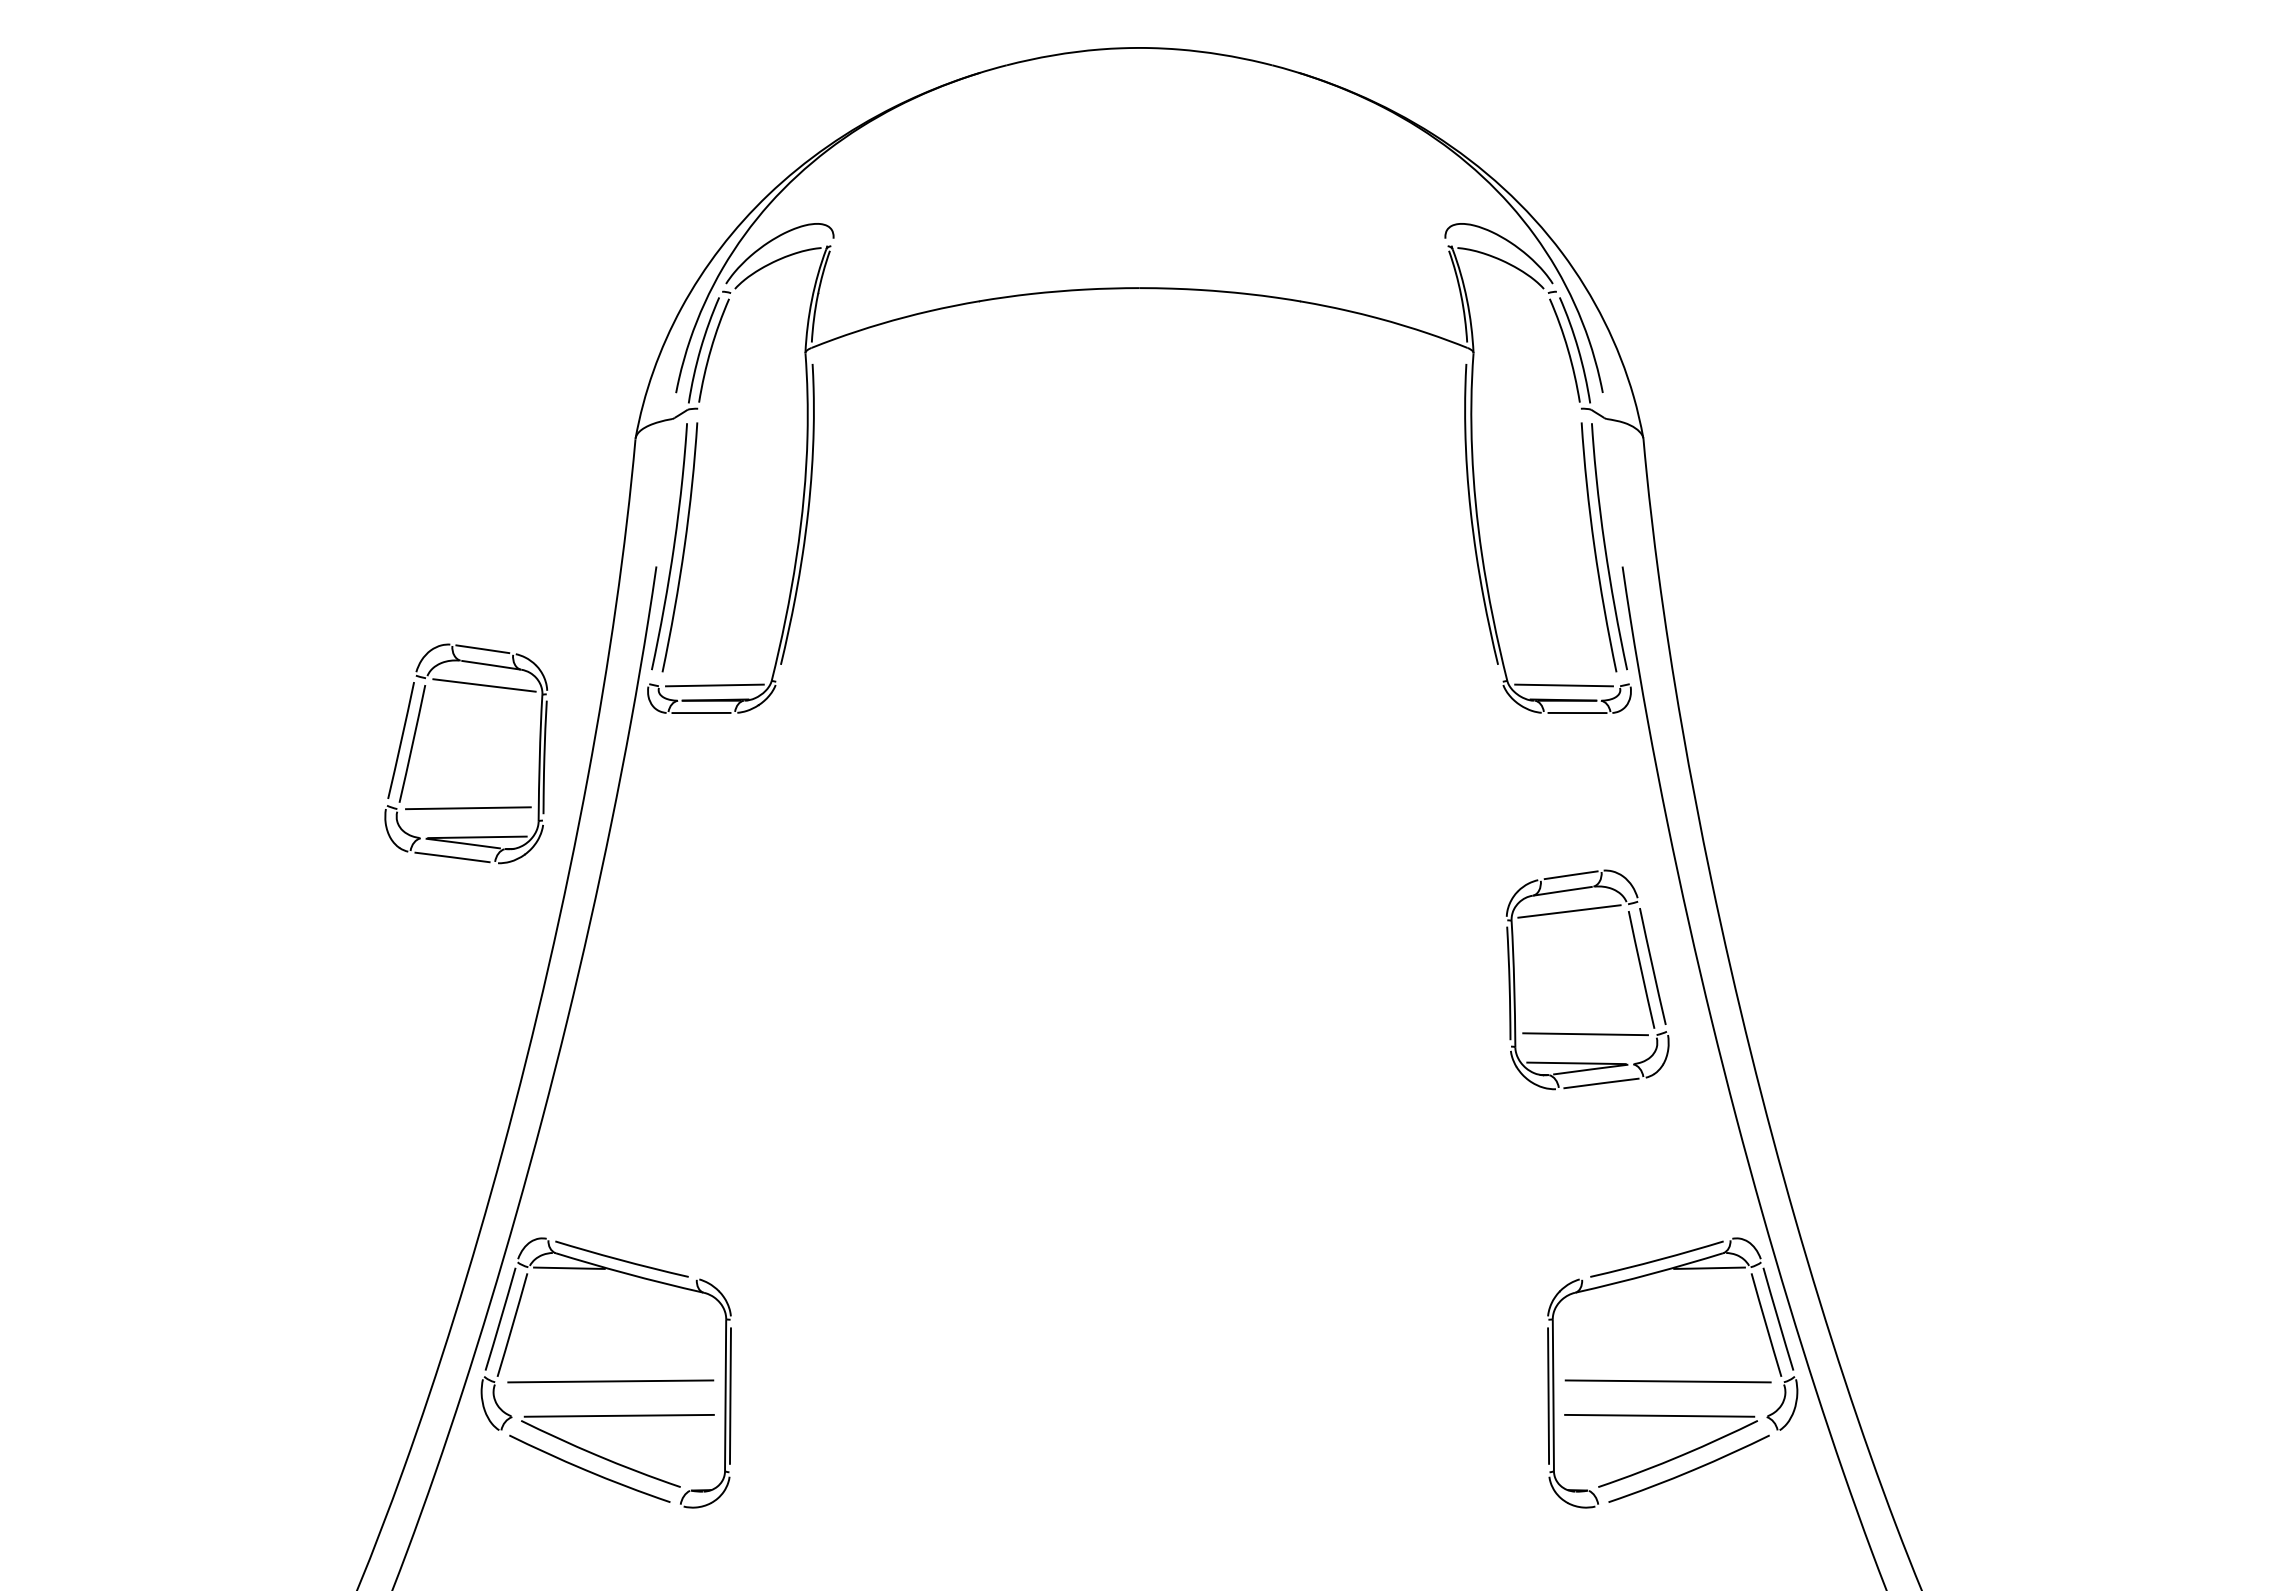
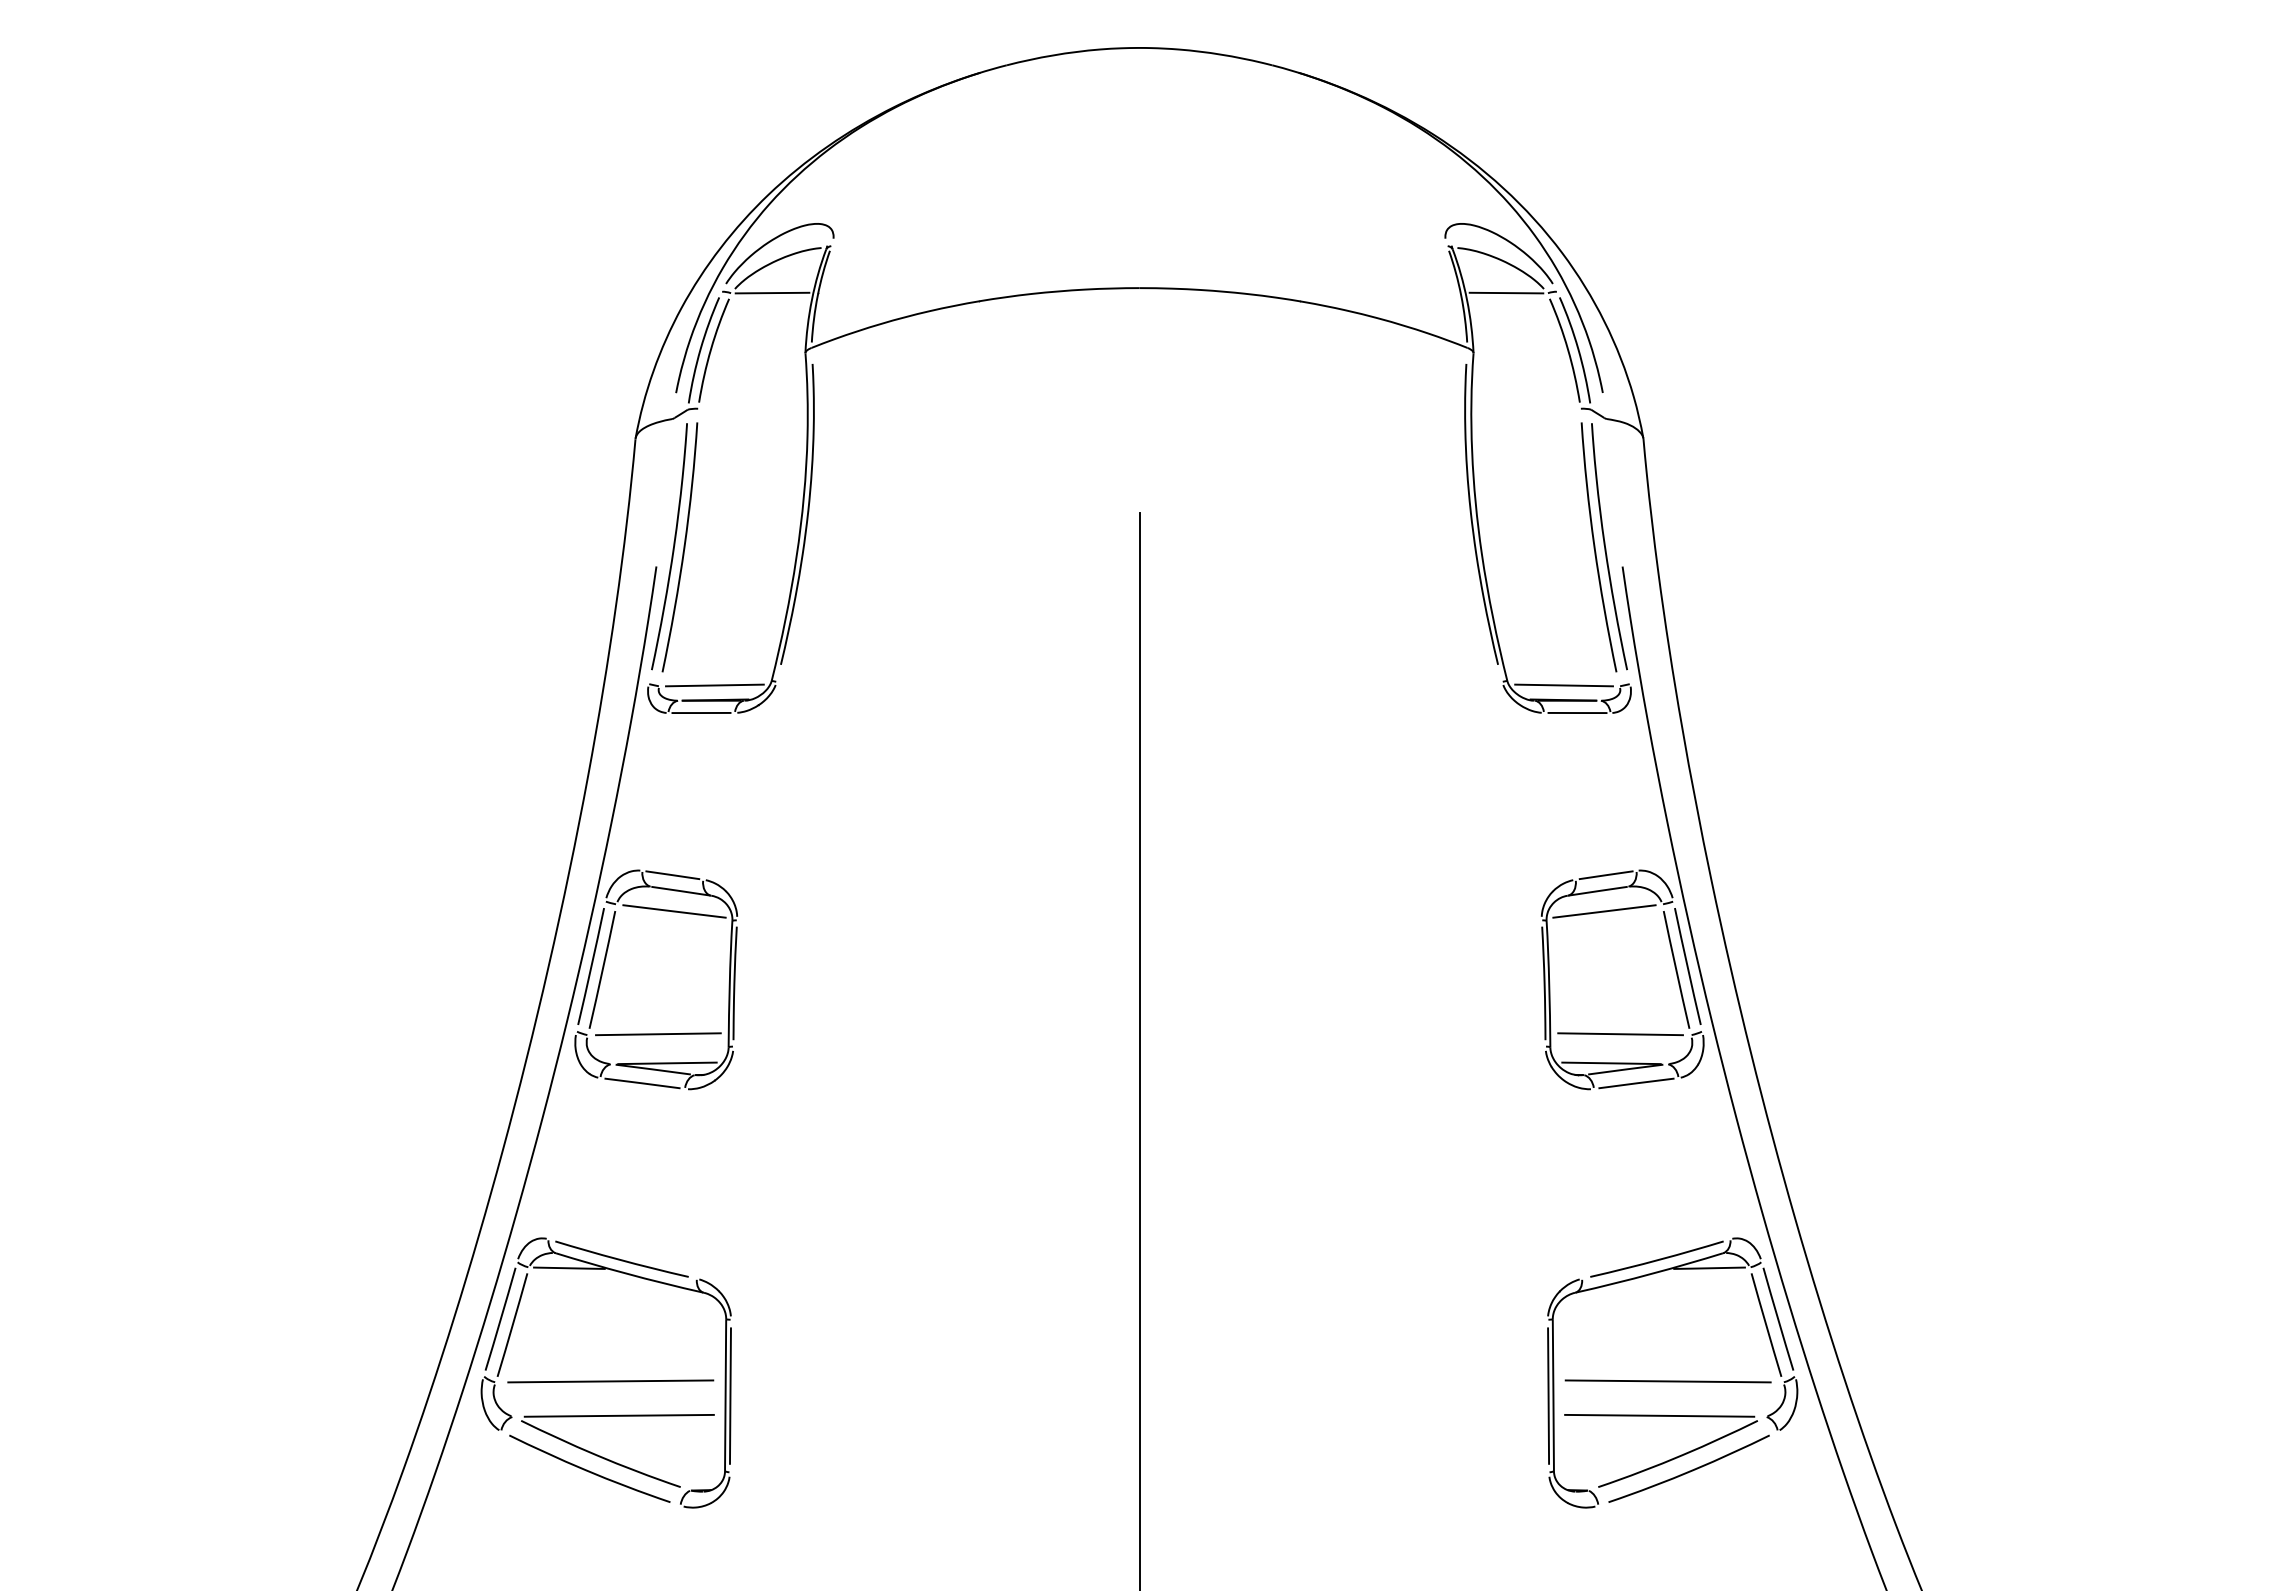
line at (772, 292): none -> present
line at (1506, 292): none -> present
part at (414, 741) position: (414, 741) -> (604, 967)
part at (1639, 967) position: (1639, 967) -> (1674, 967)
line at (1139, 1050): none -> present
